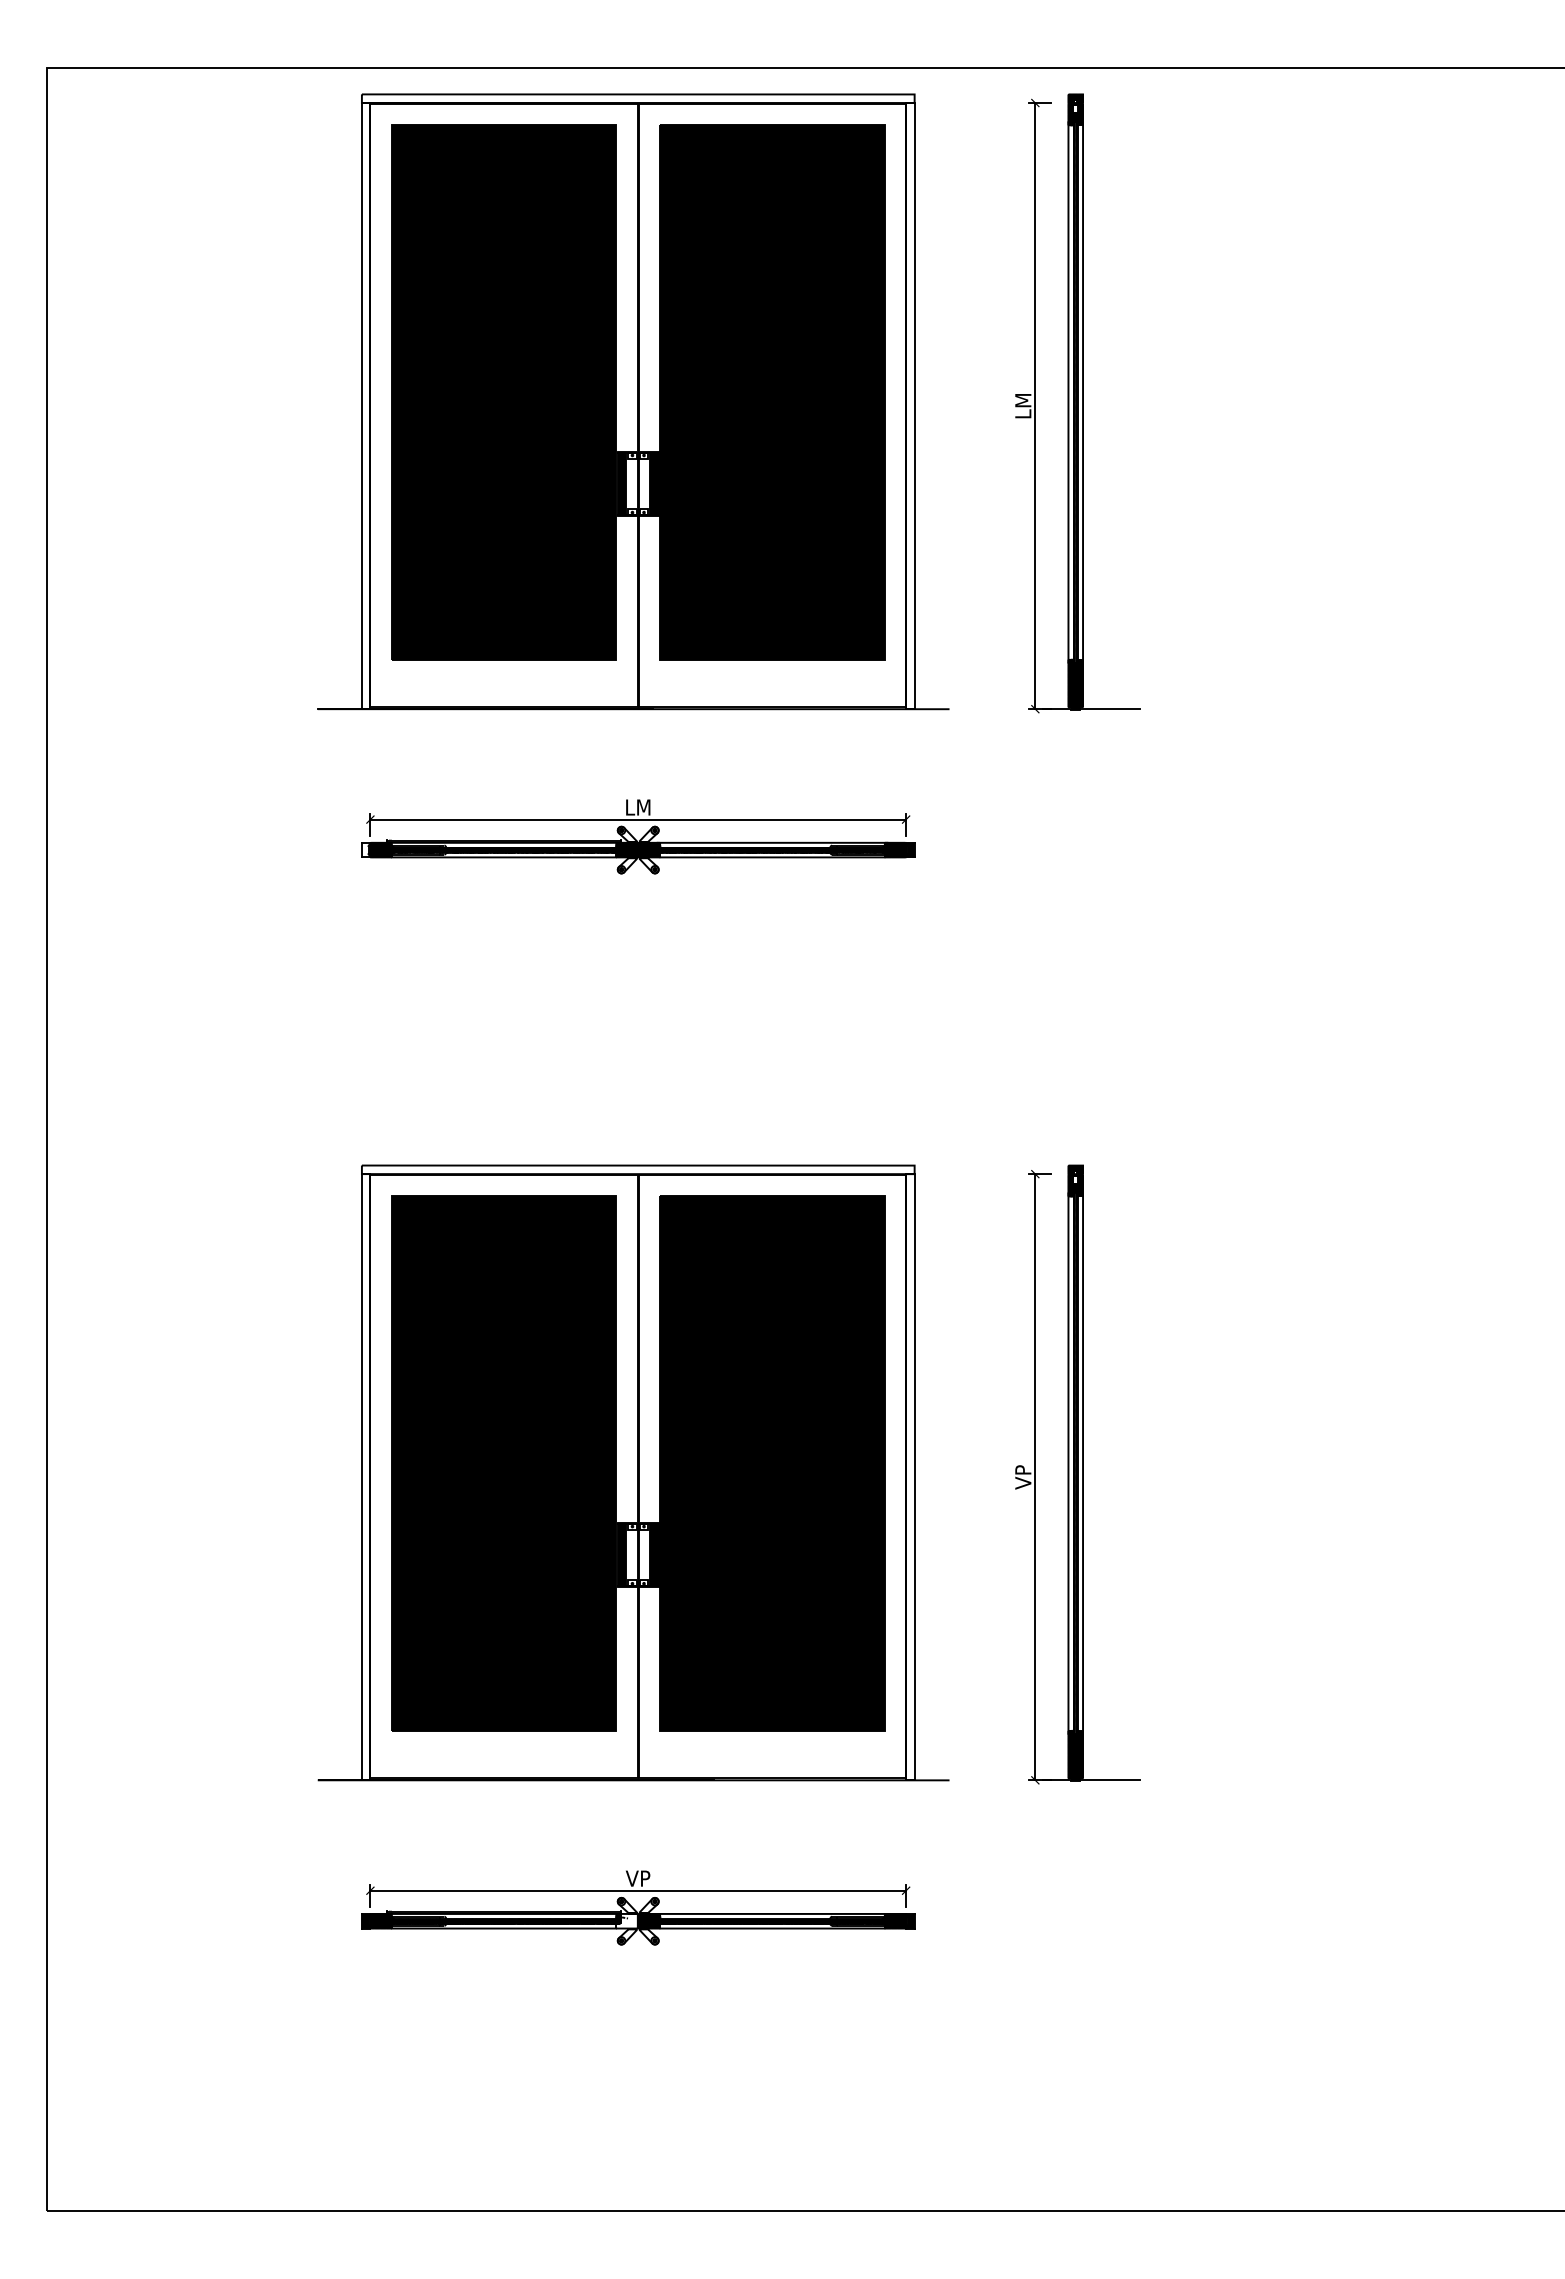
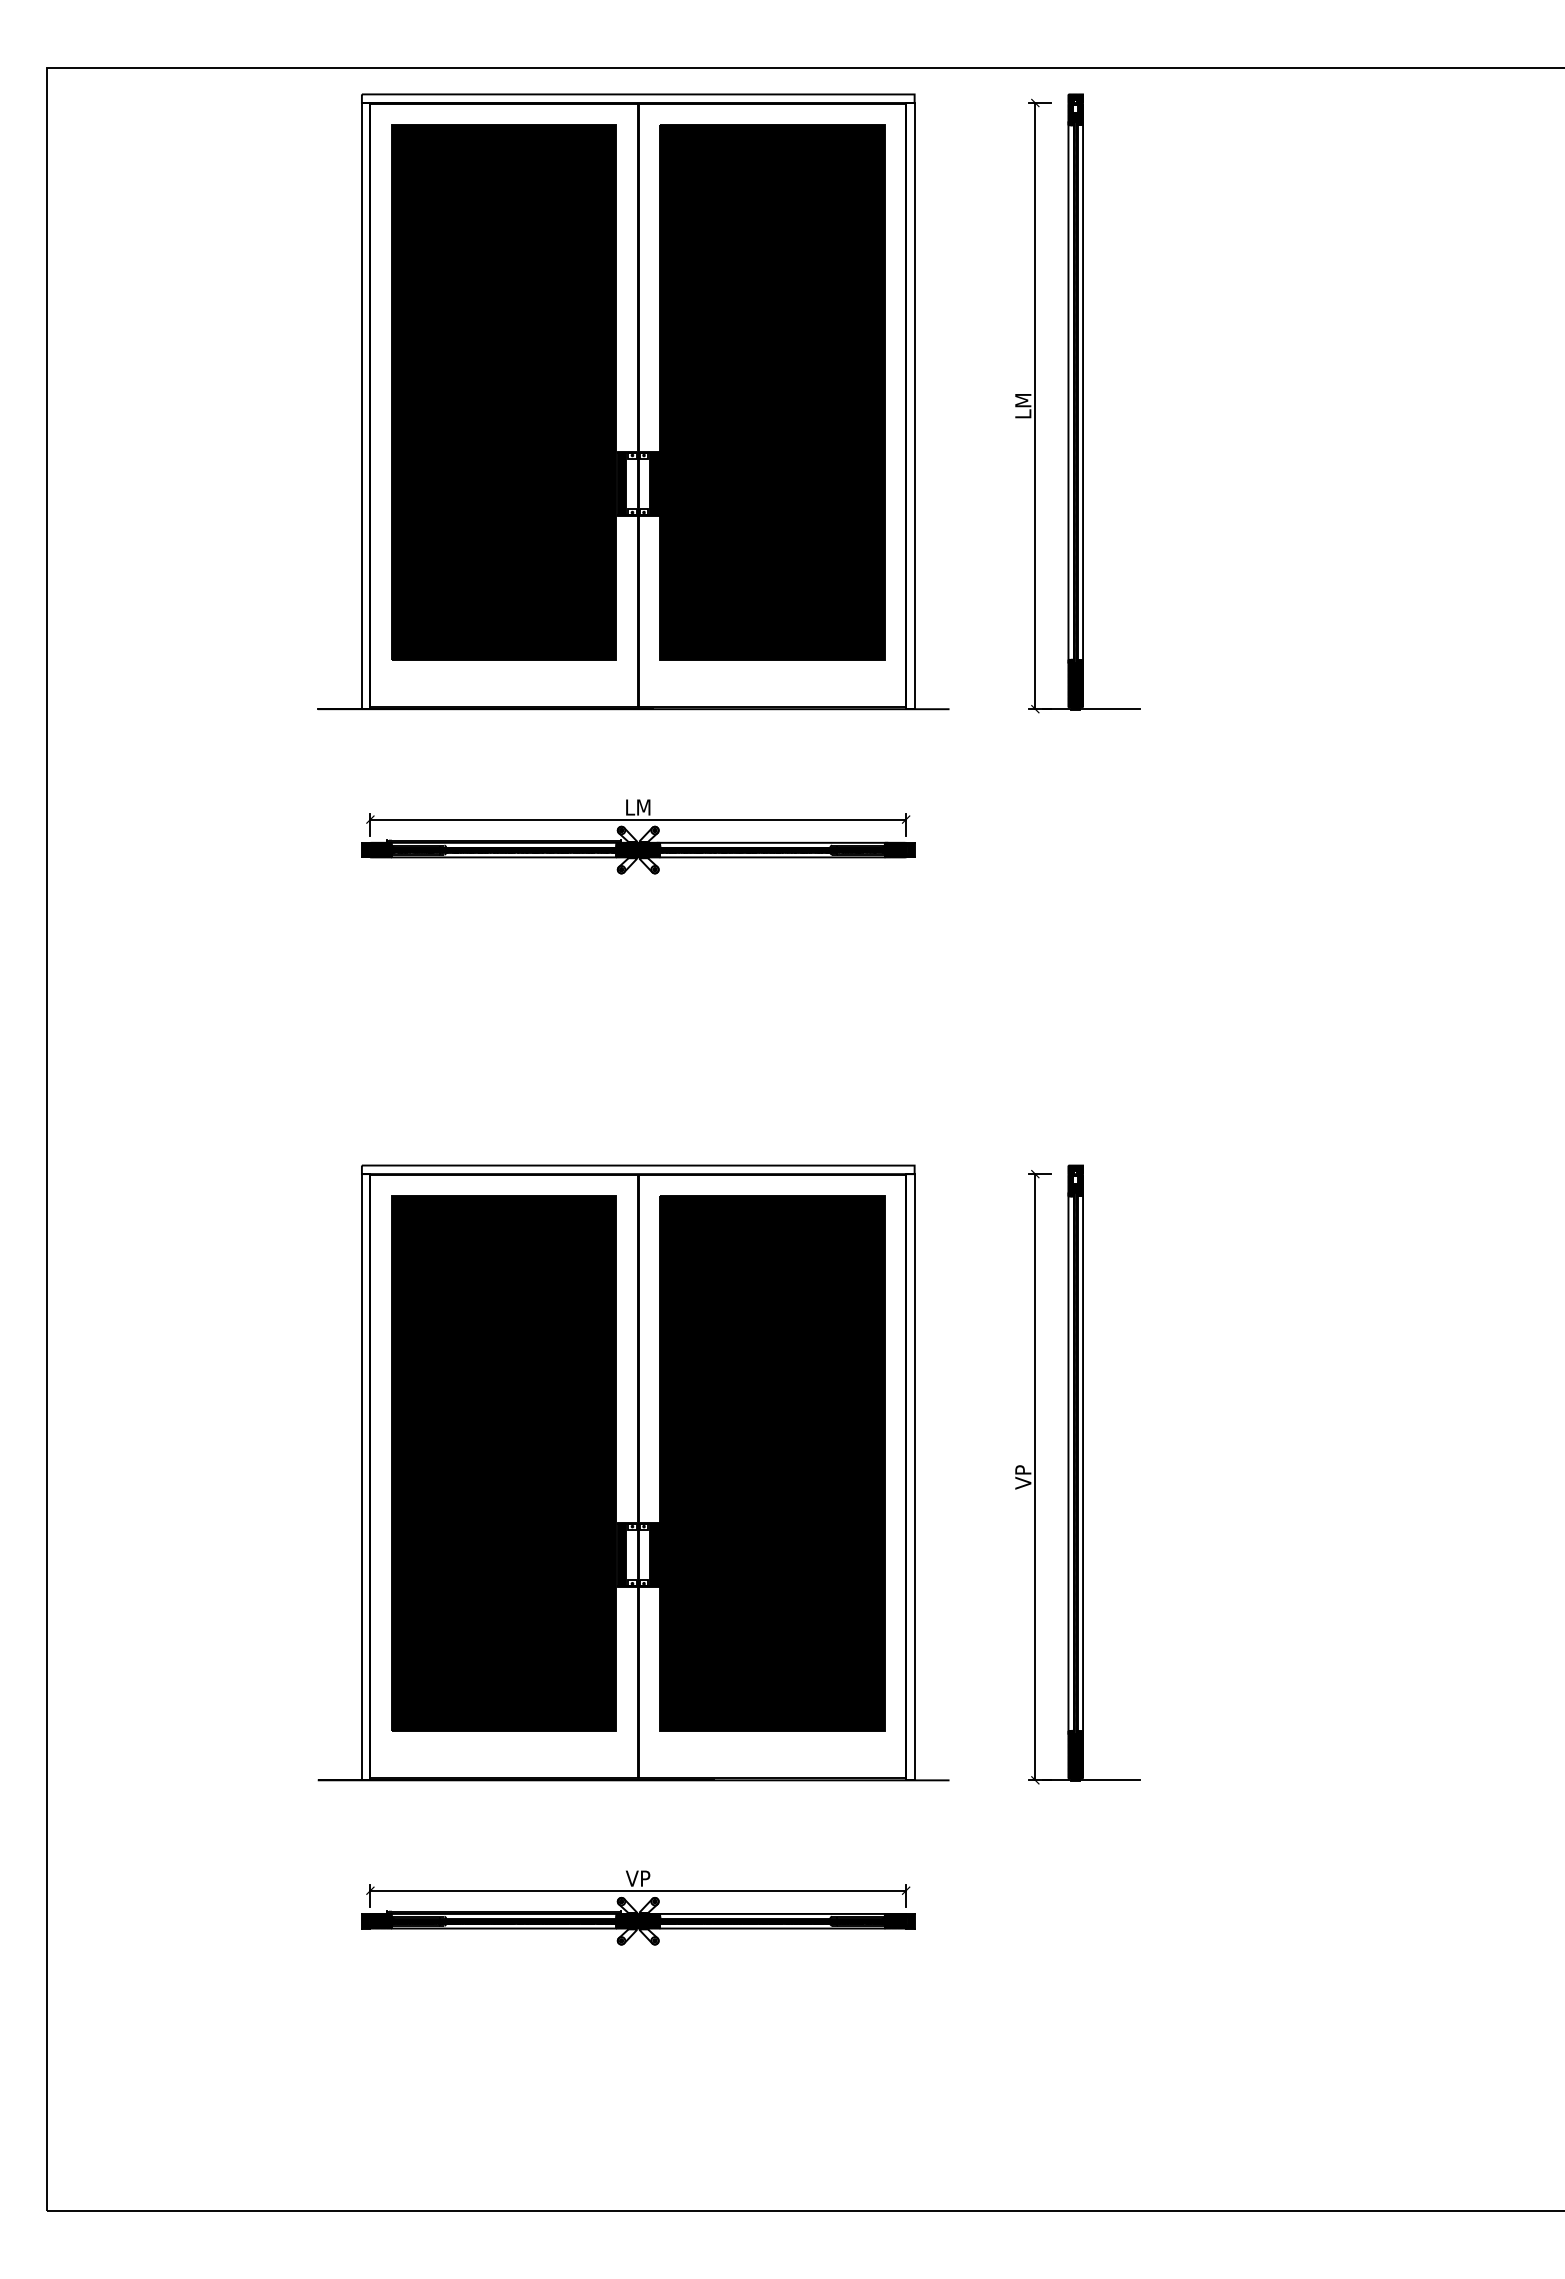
hatch at (365, 849): none -> present
hatch at (626, 1920): none -> present
